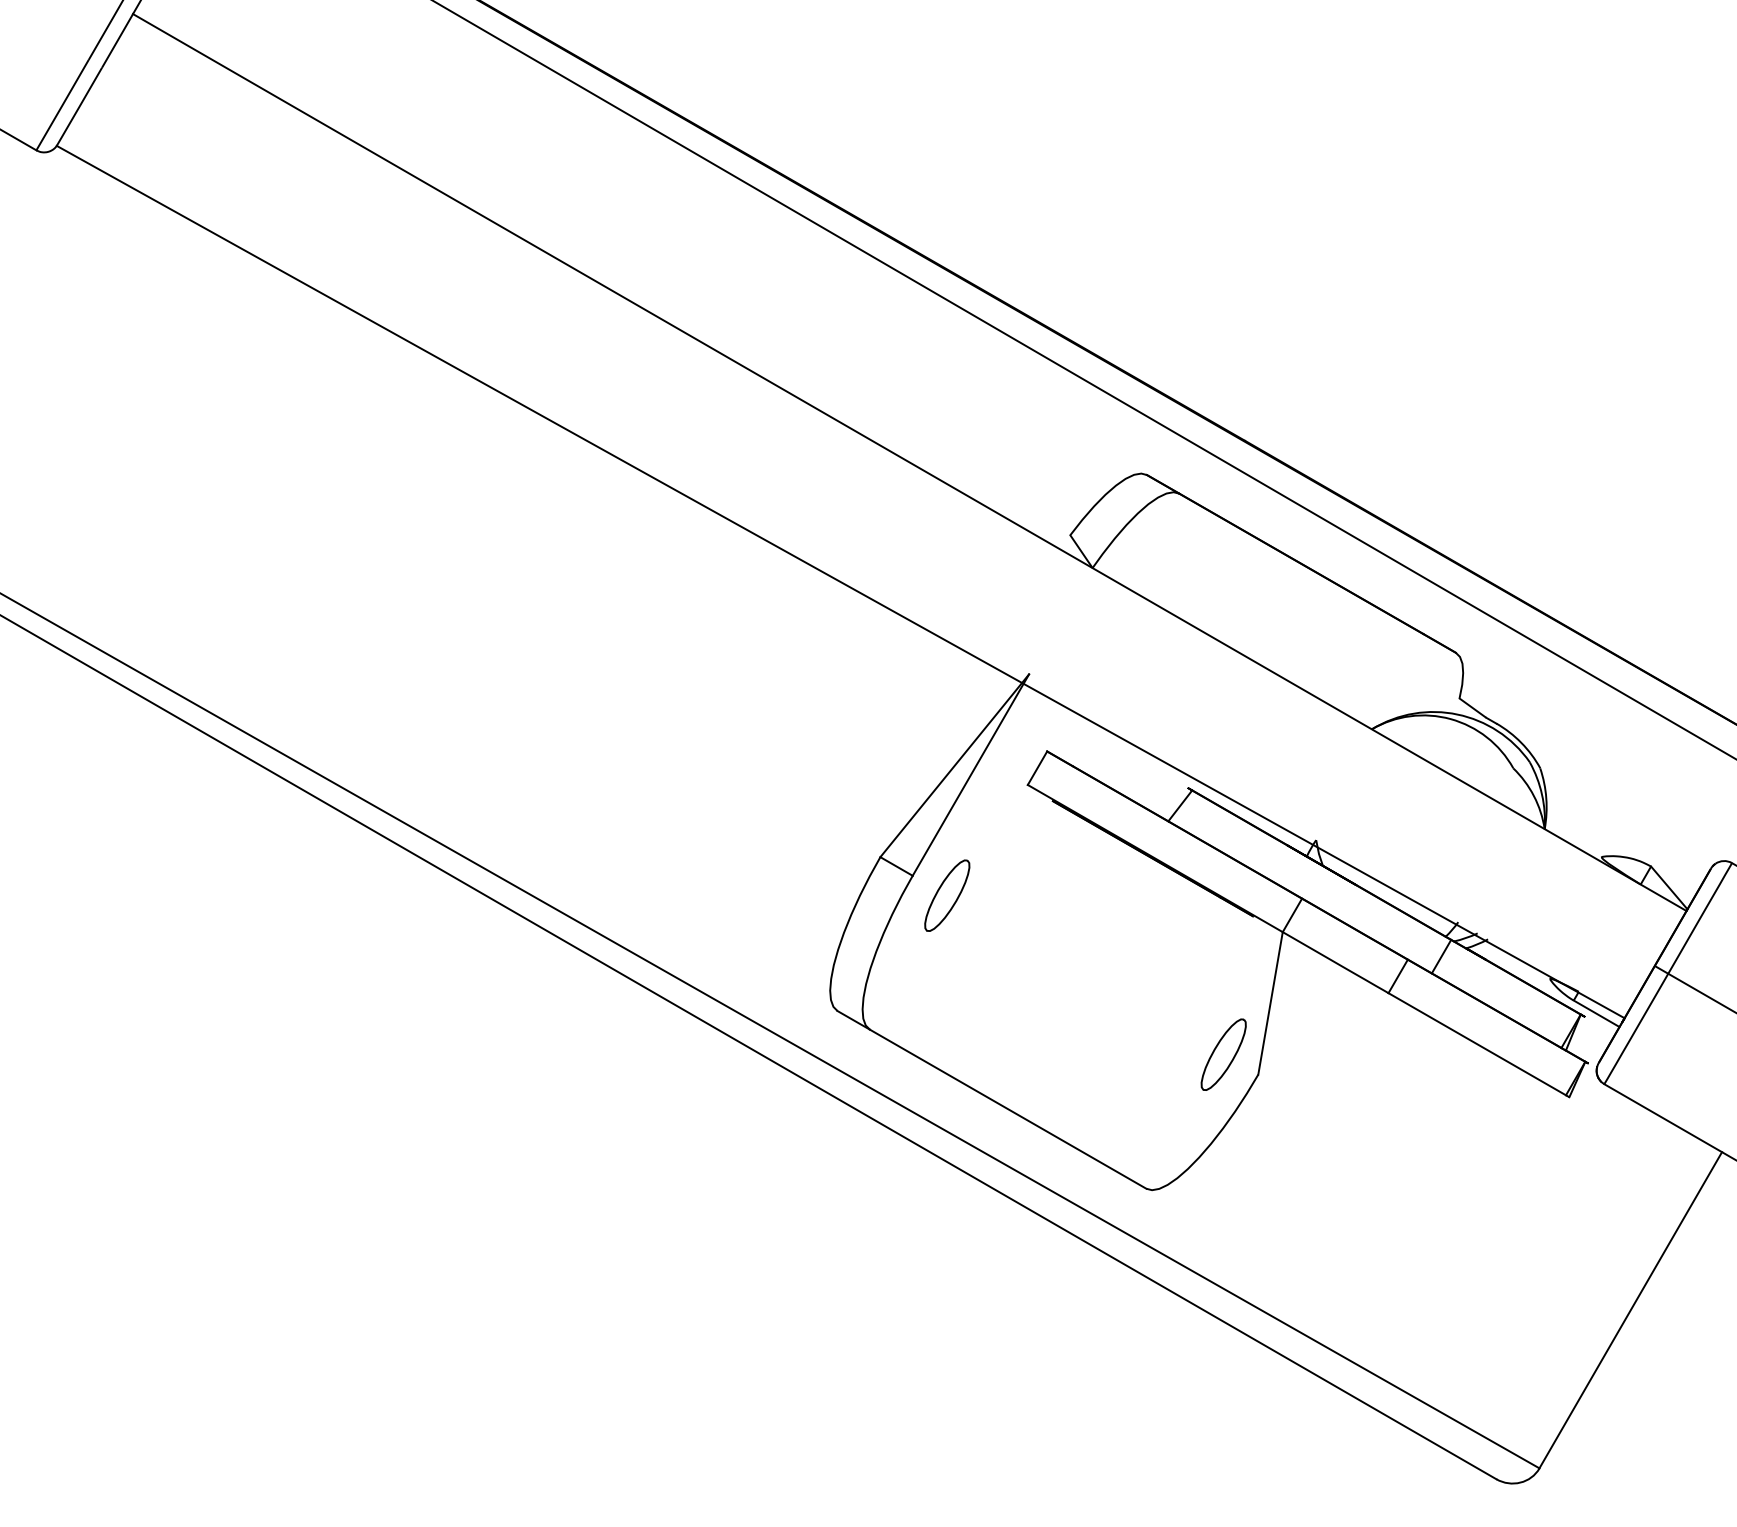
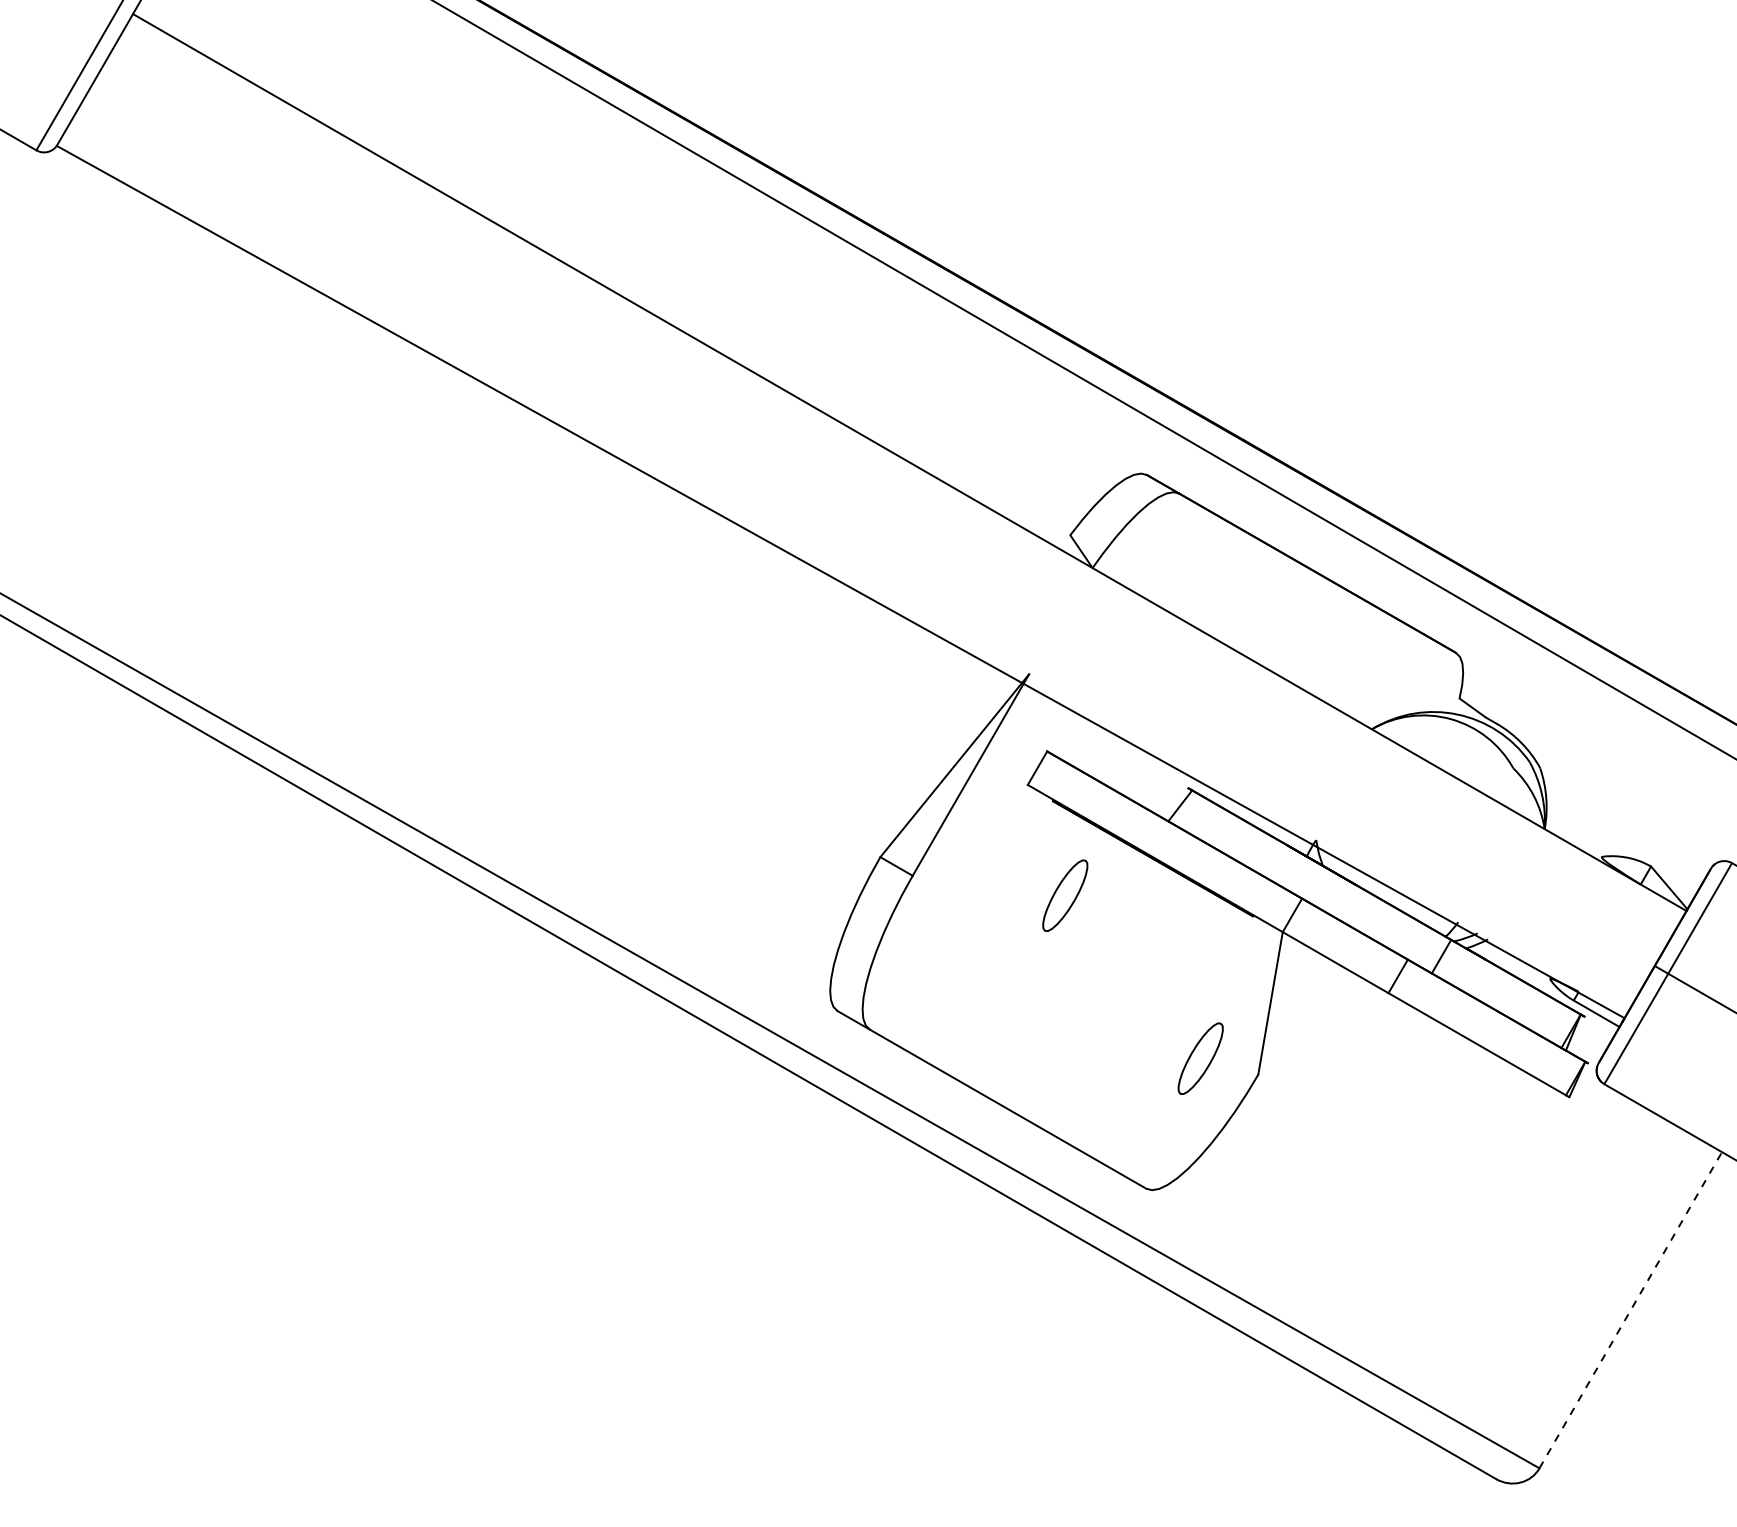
part at (947, 895) position: (947, 895) -> (1065, 895)
part at (1223, 1054) position: (1223, 1054) -> (1200, 1058)
line at (1630, 1310): solid -> dashed
